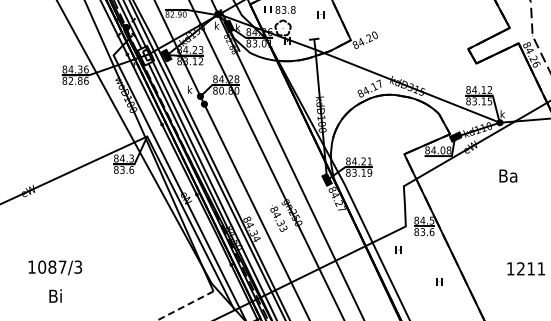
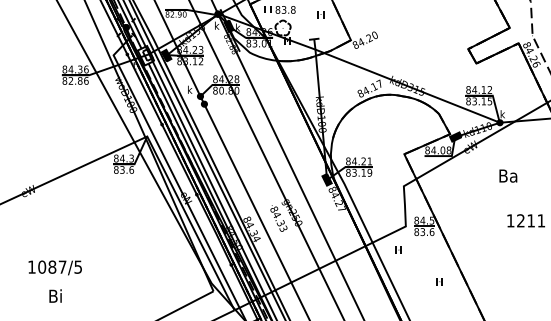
text at (78, 266): 1087/3 -> 1087/5
text at (525, 268) position: (525, 268) -> (525, 220)
line at (185, 306): dashed -> solid
